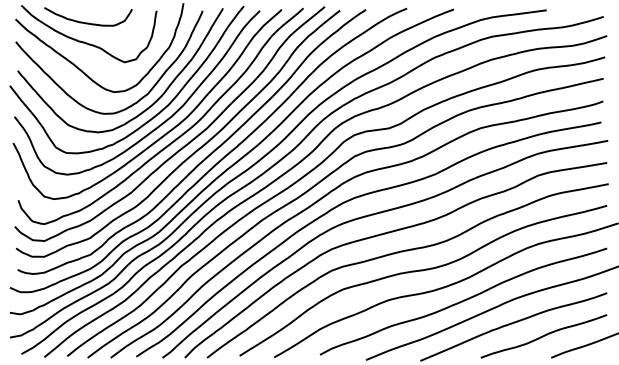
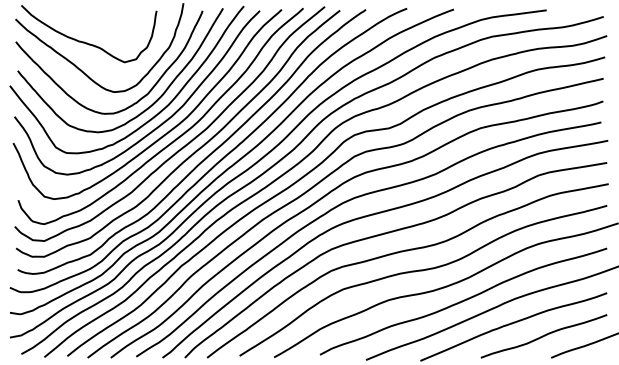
curve at (88, 22): present -> none
